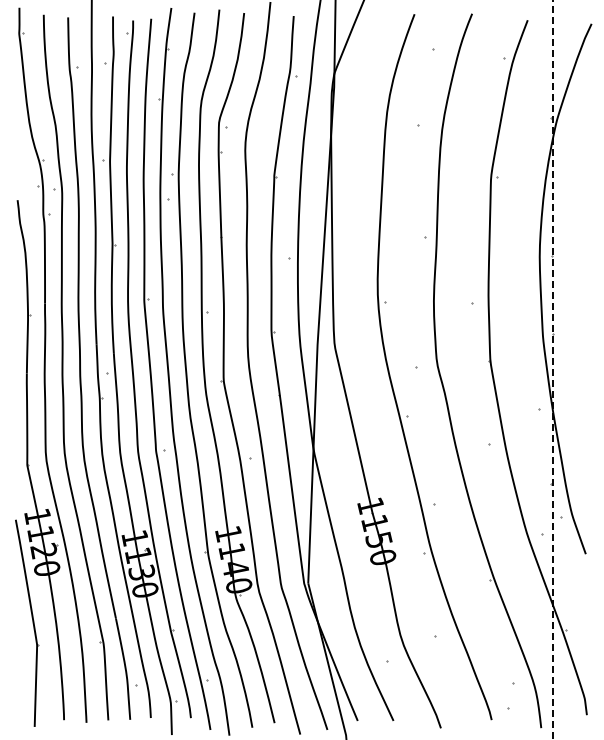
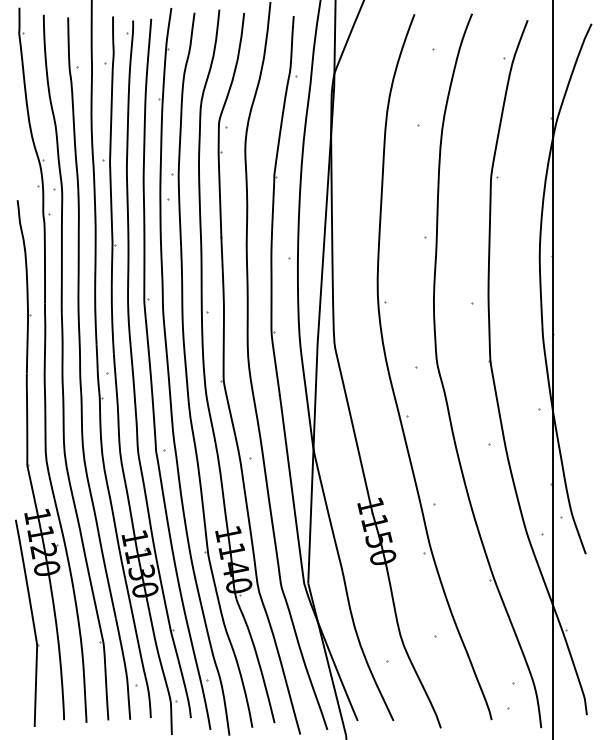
line at (553, 369): dashed -> solid
